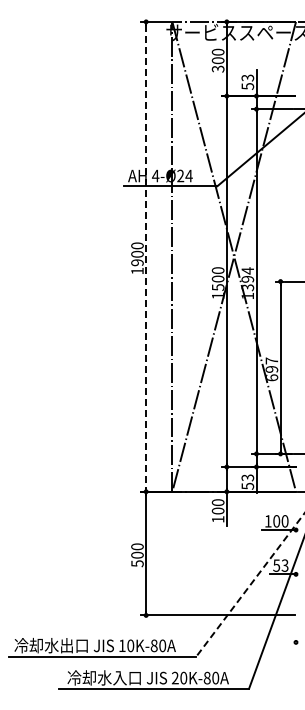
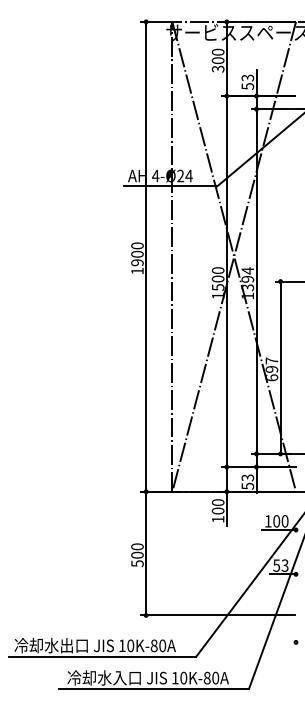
line at (146, 256): dashed -> solid
line at (250, 585): dashed -> solid
text at (174, 677): 20K-80A -> 10K-80A
